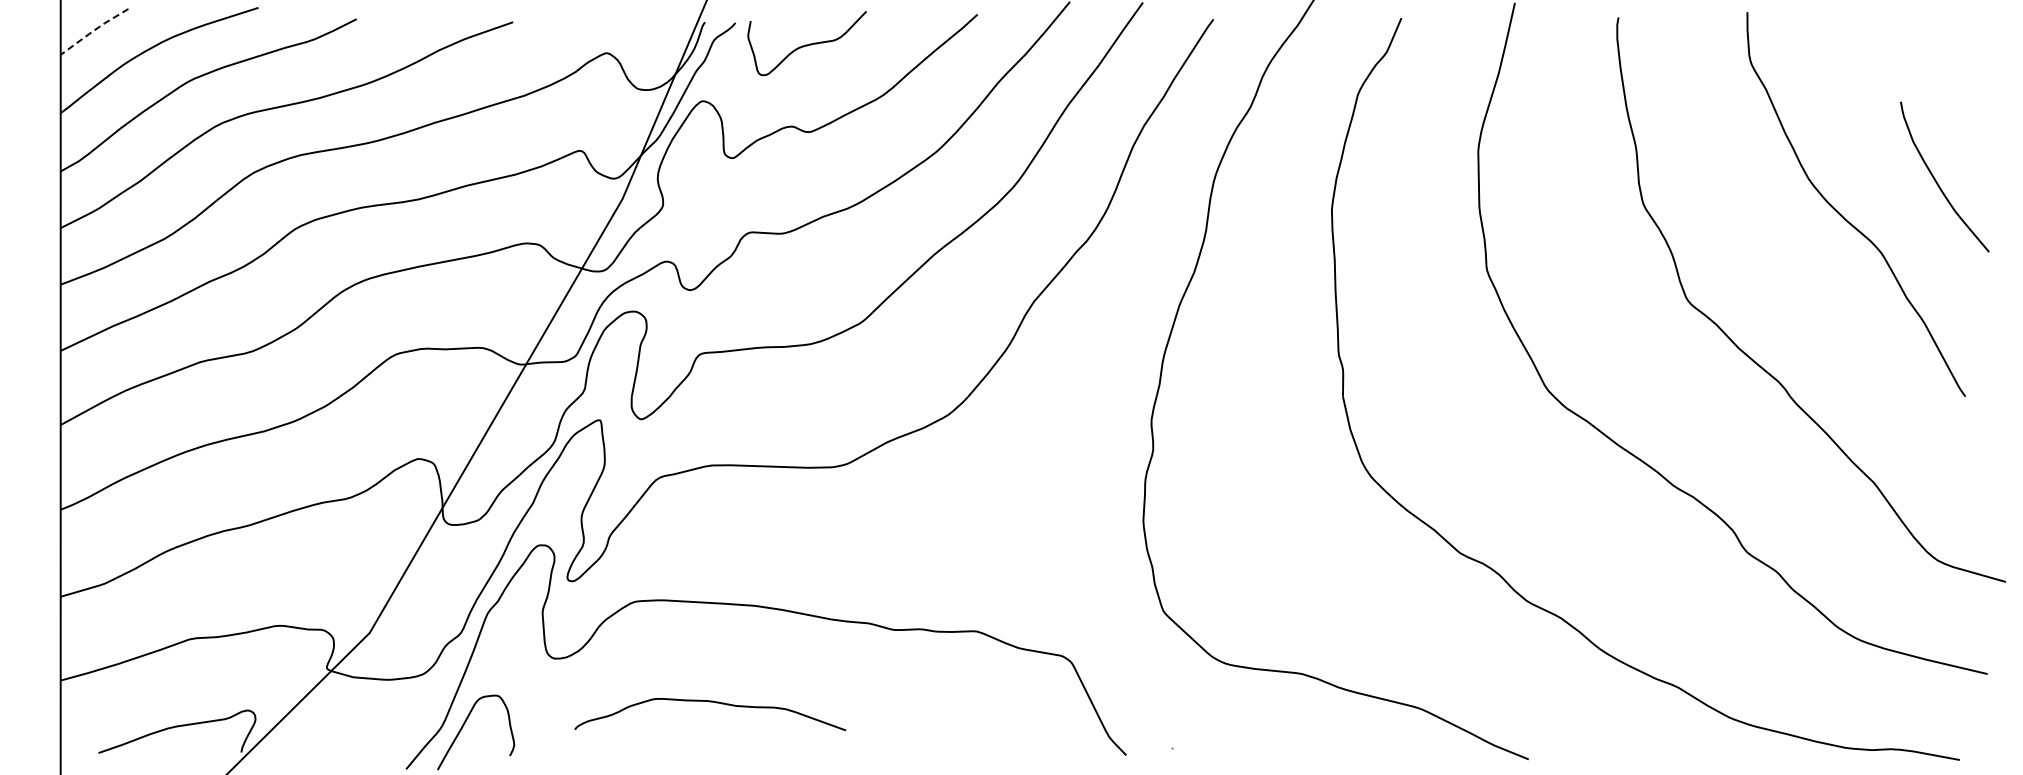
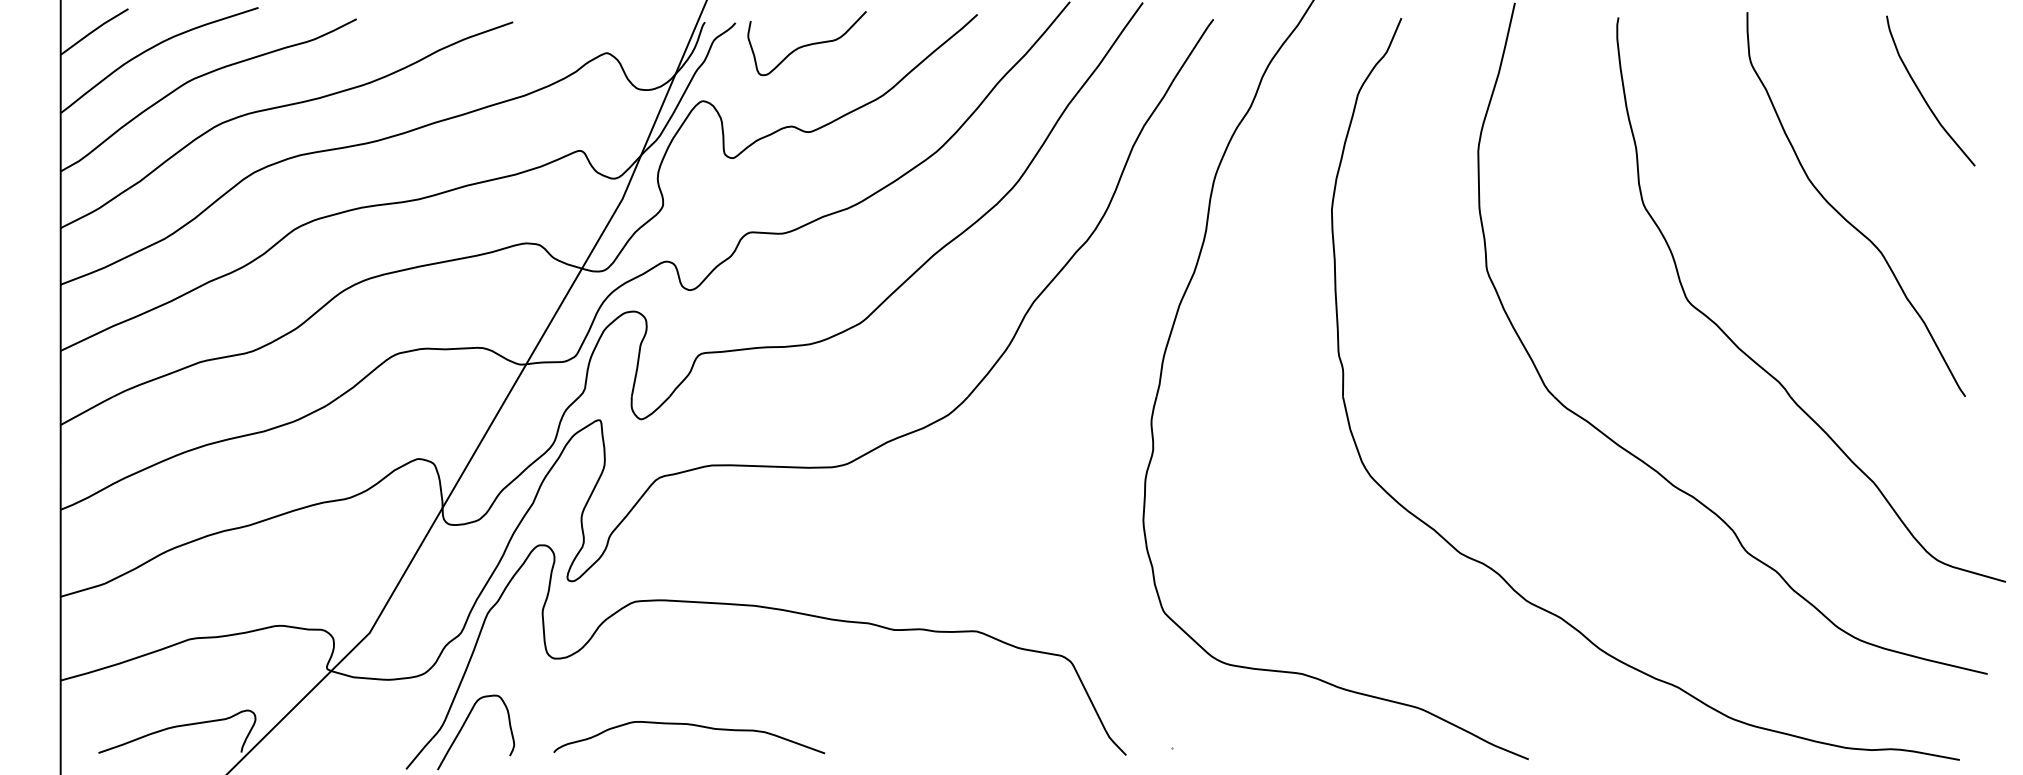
line at (94, 30): dashed -> solid
curve at (1937, 181) position: (1937, 181) -> (1923, 95)
curve at (710, 702) position: (710, 702) -> (689, 725)
